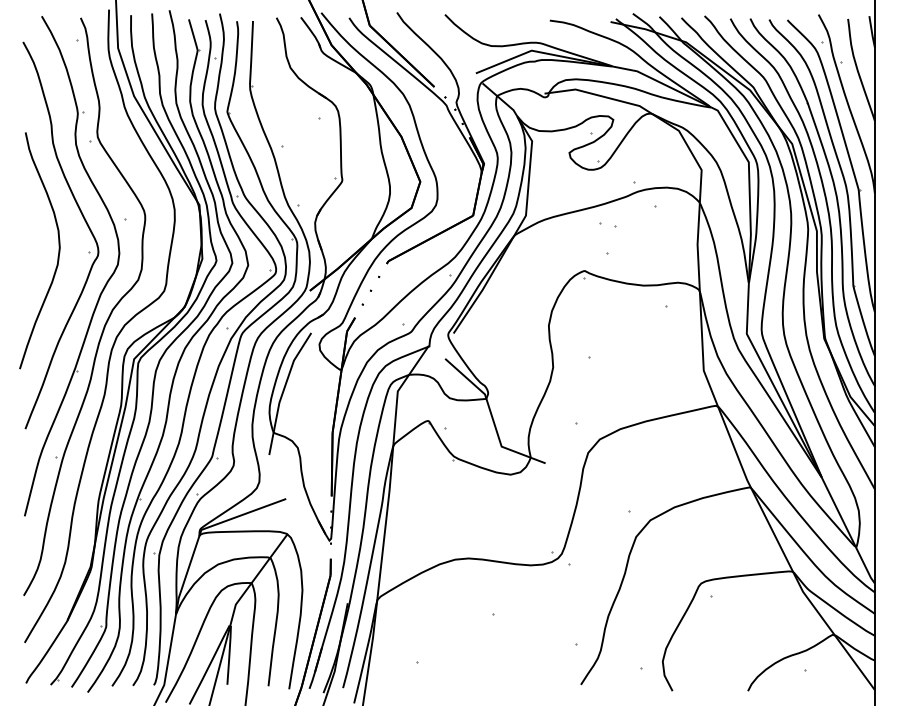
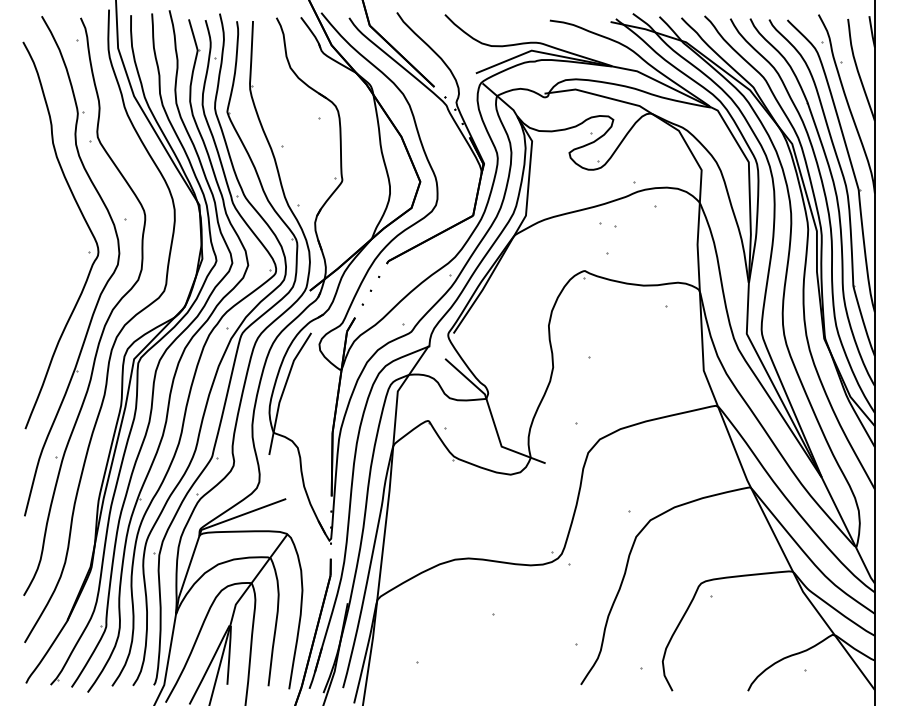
curve at (57, 256): present -> none
